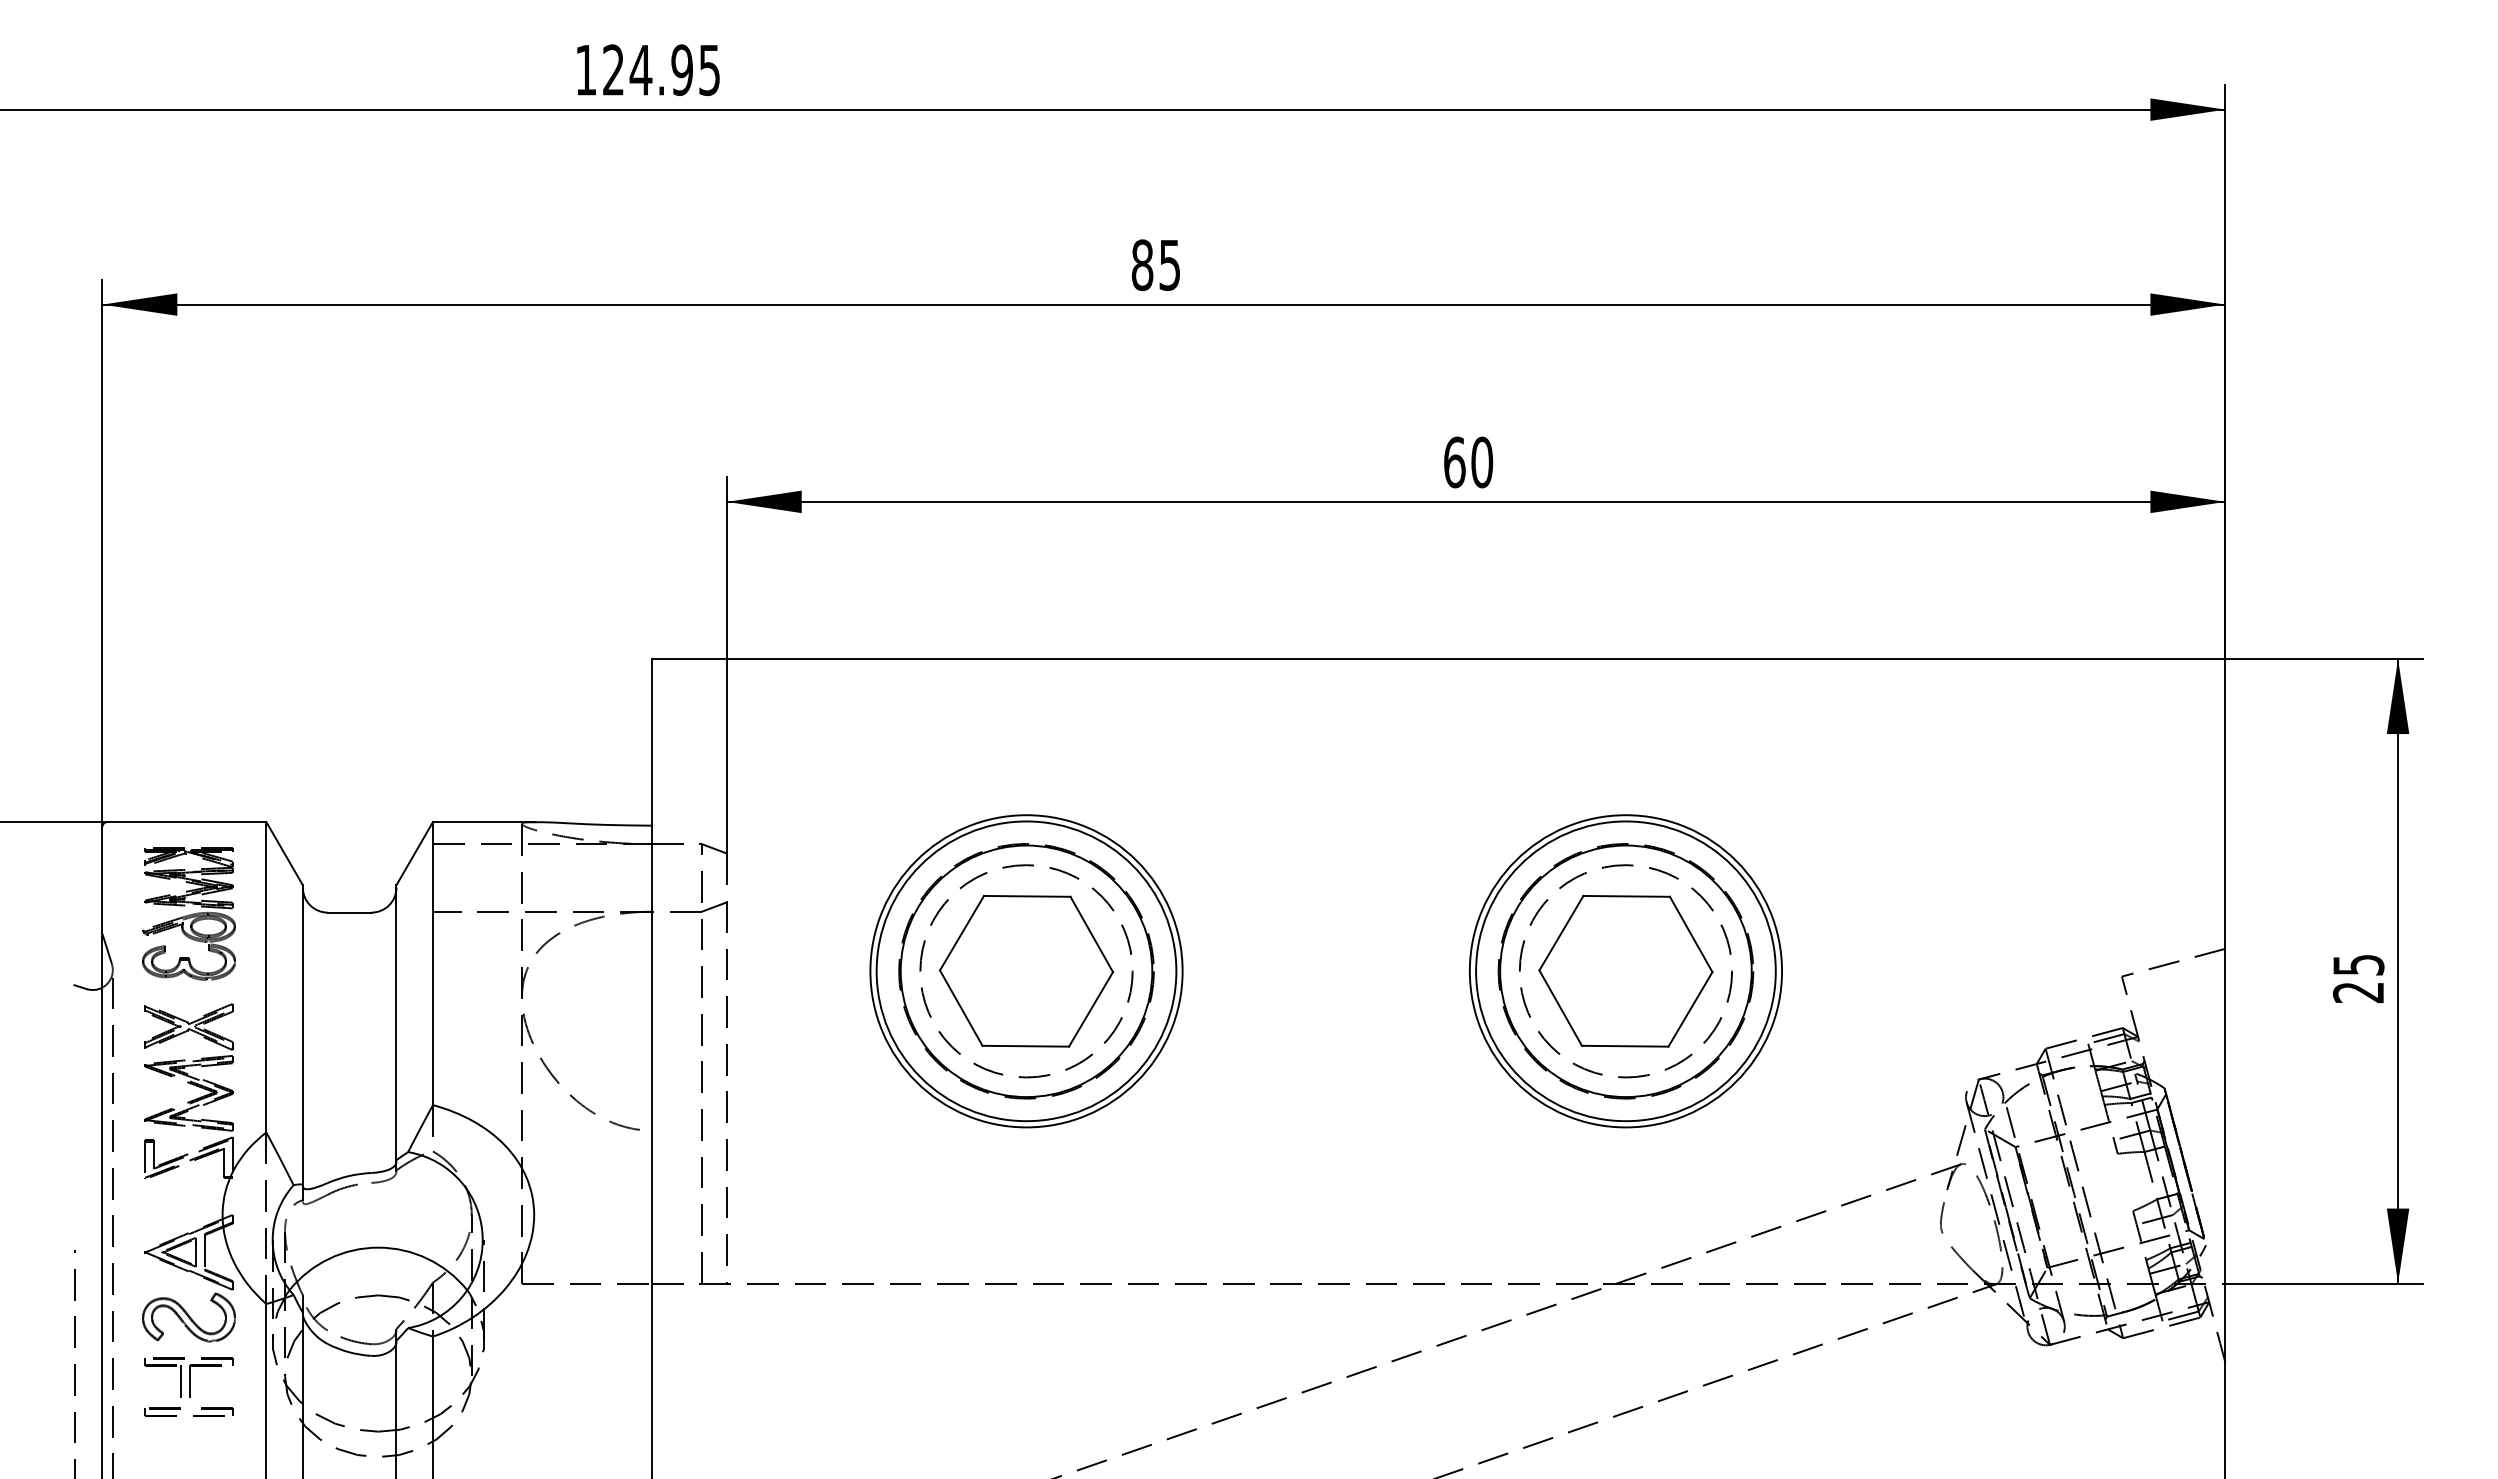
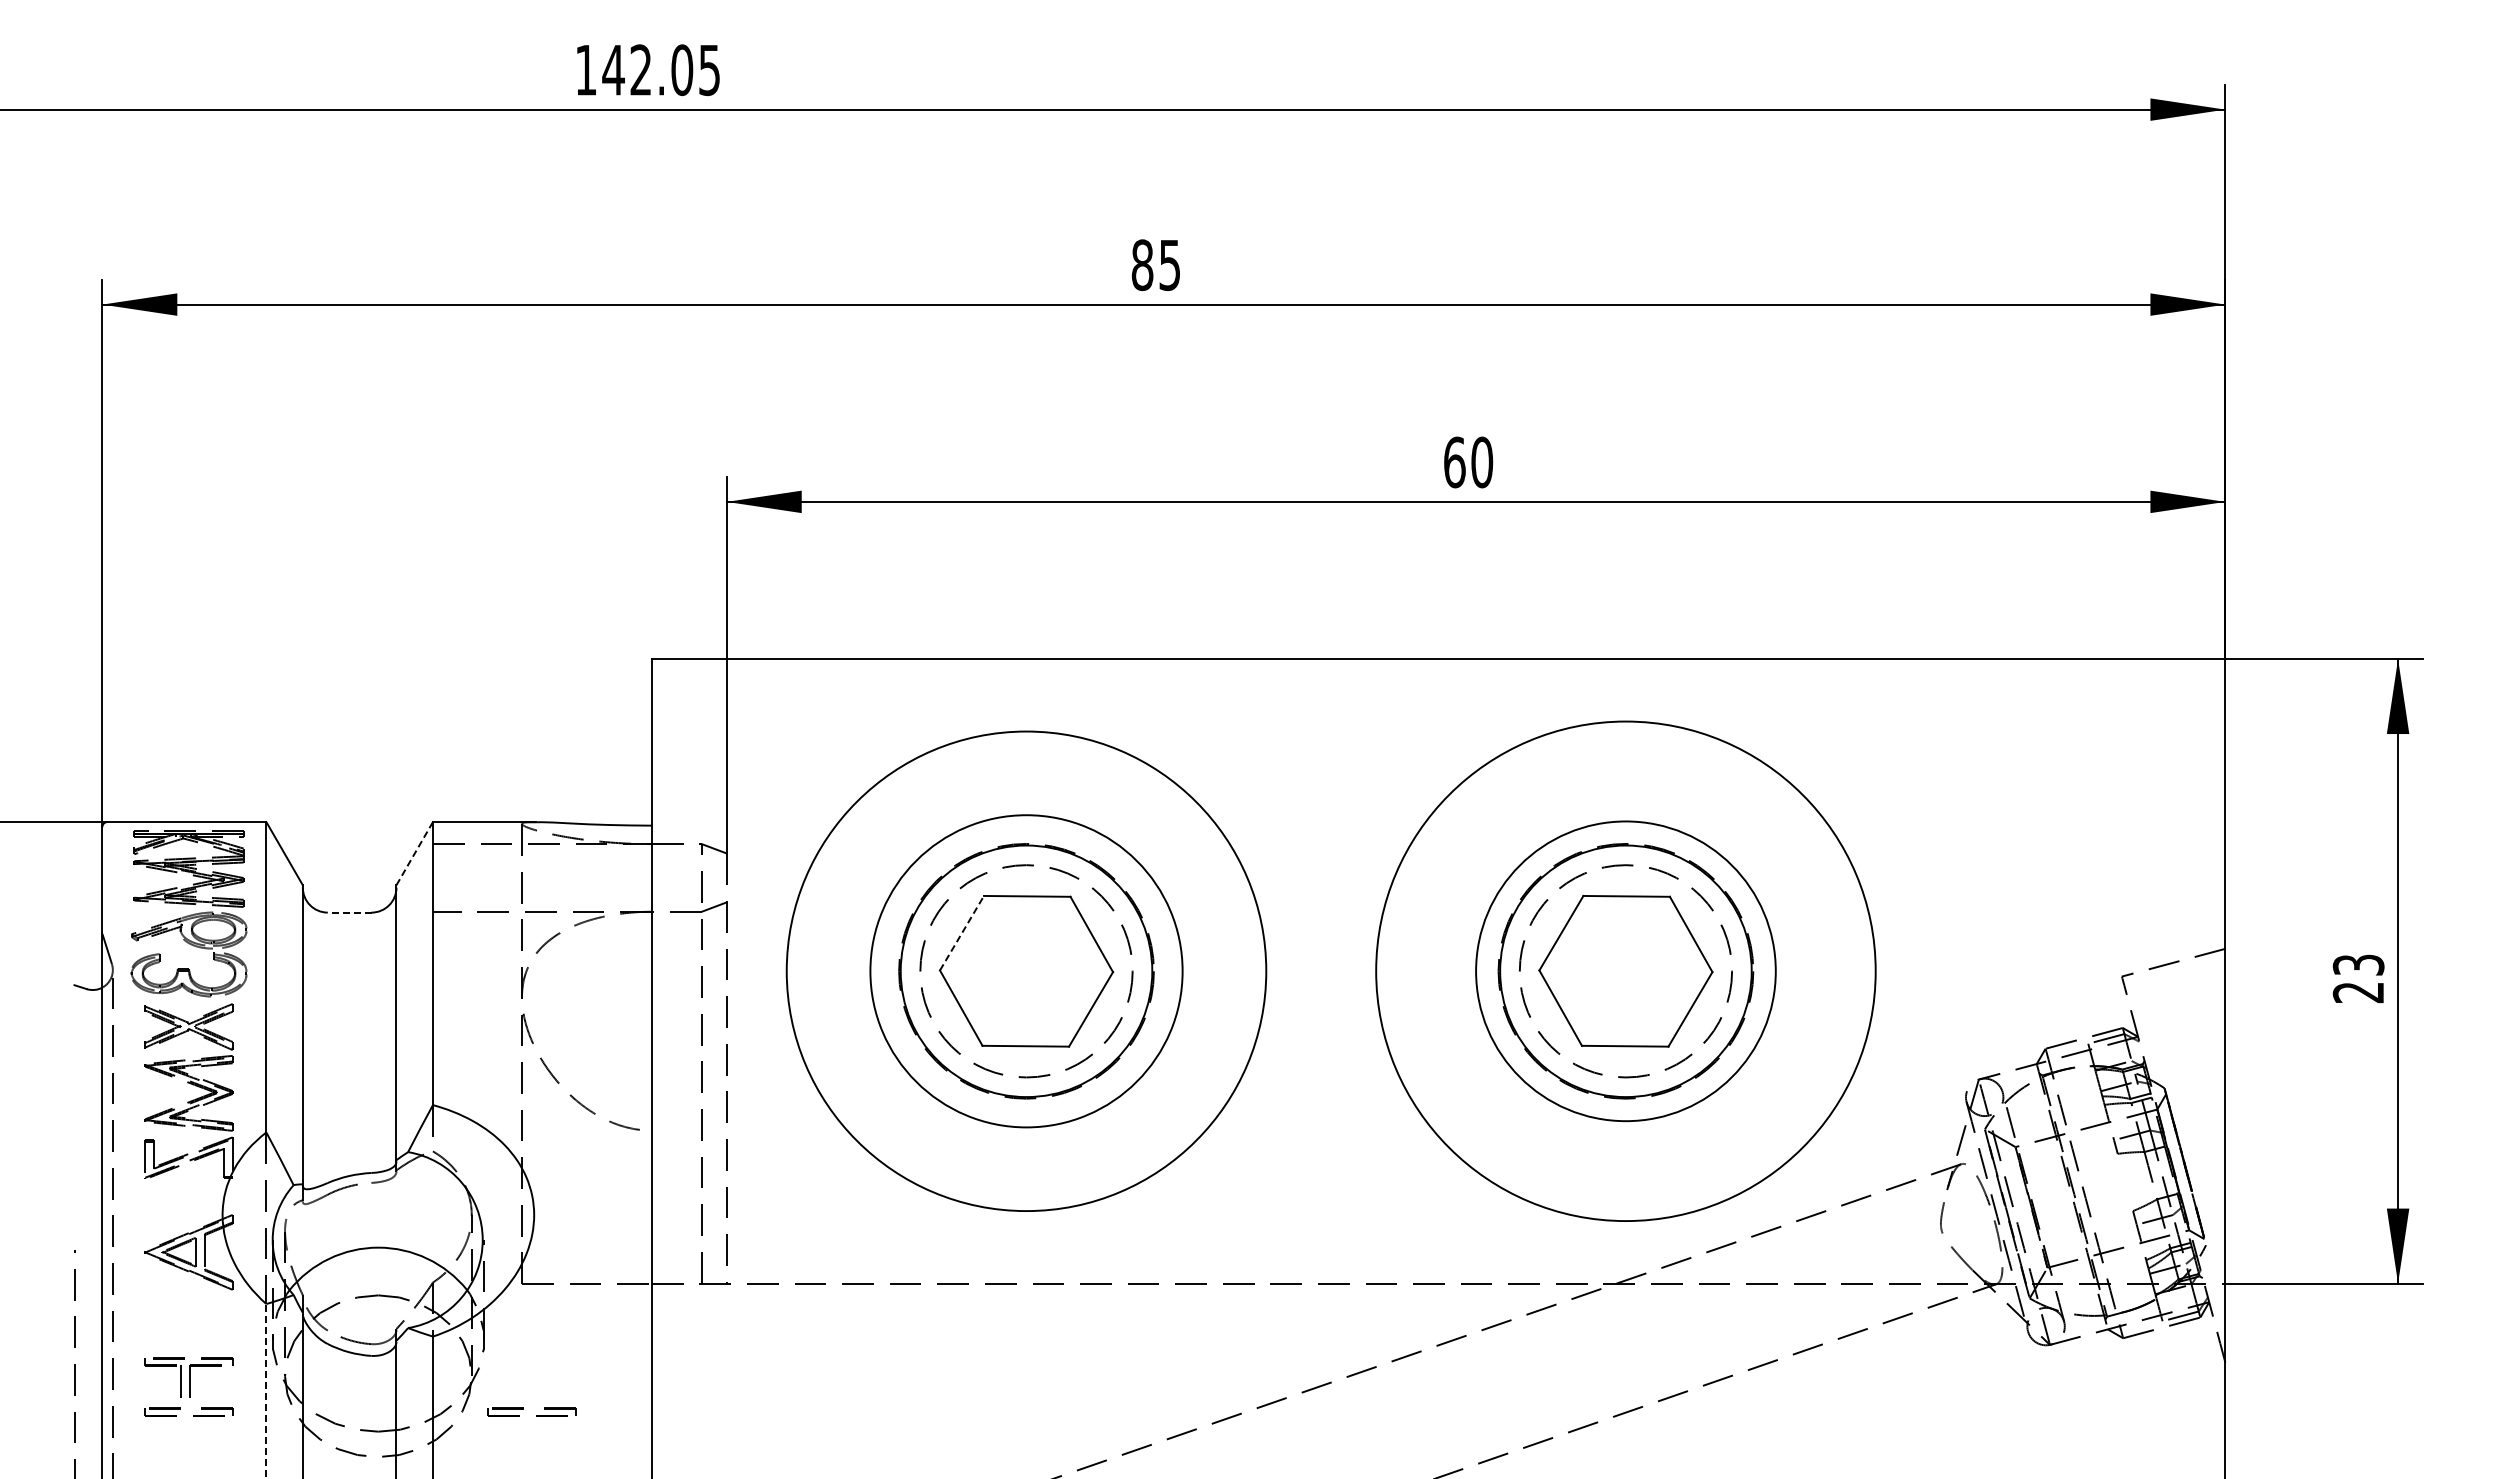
text at (647, 70): 124.95 -> 142.05
line at (414, 854): solid -> dashed
line at (349, 912): solid -> dashed
part at (188, 913) size: 94x134 px -> 118x168 px
line at (962, 932): solid -> dashed
text at (2357, 964): 25 -> 23
circle at (1026, 971) diameter: 300 px -> 480 px
circle at (1625, 971) diameter: 312 px -> 500 px
part at (188, 1317): present -> none
line at (266, 1391): solid -> dashed
part at (536, 1415): none -> present
